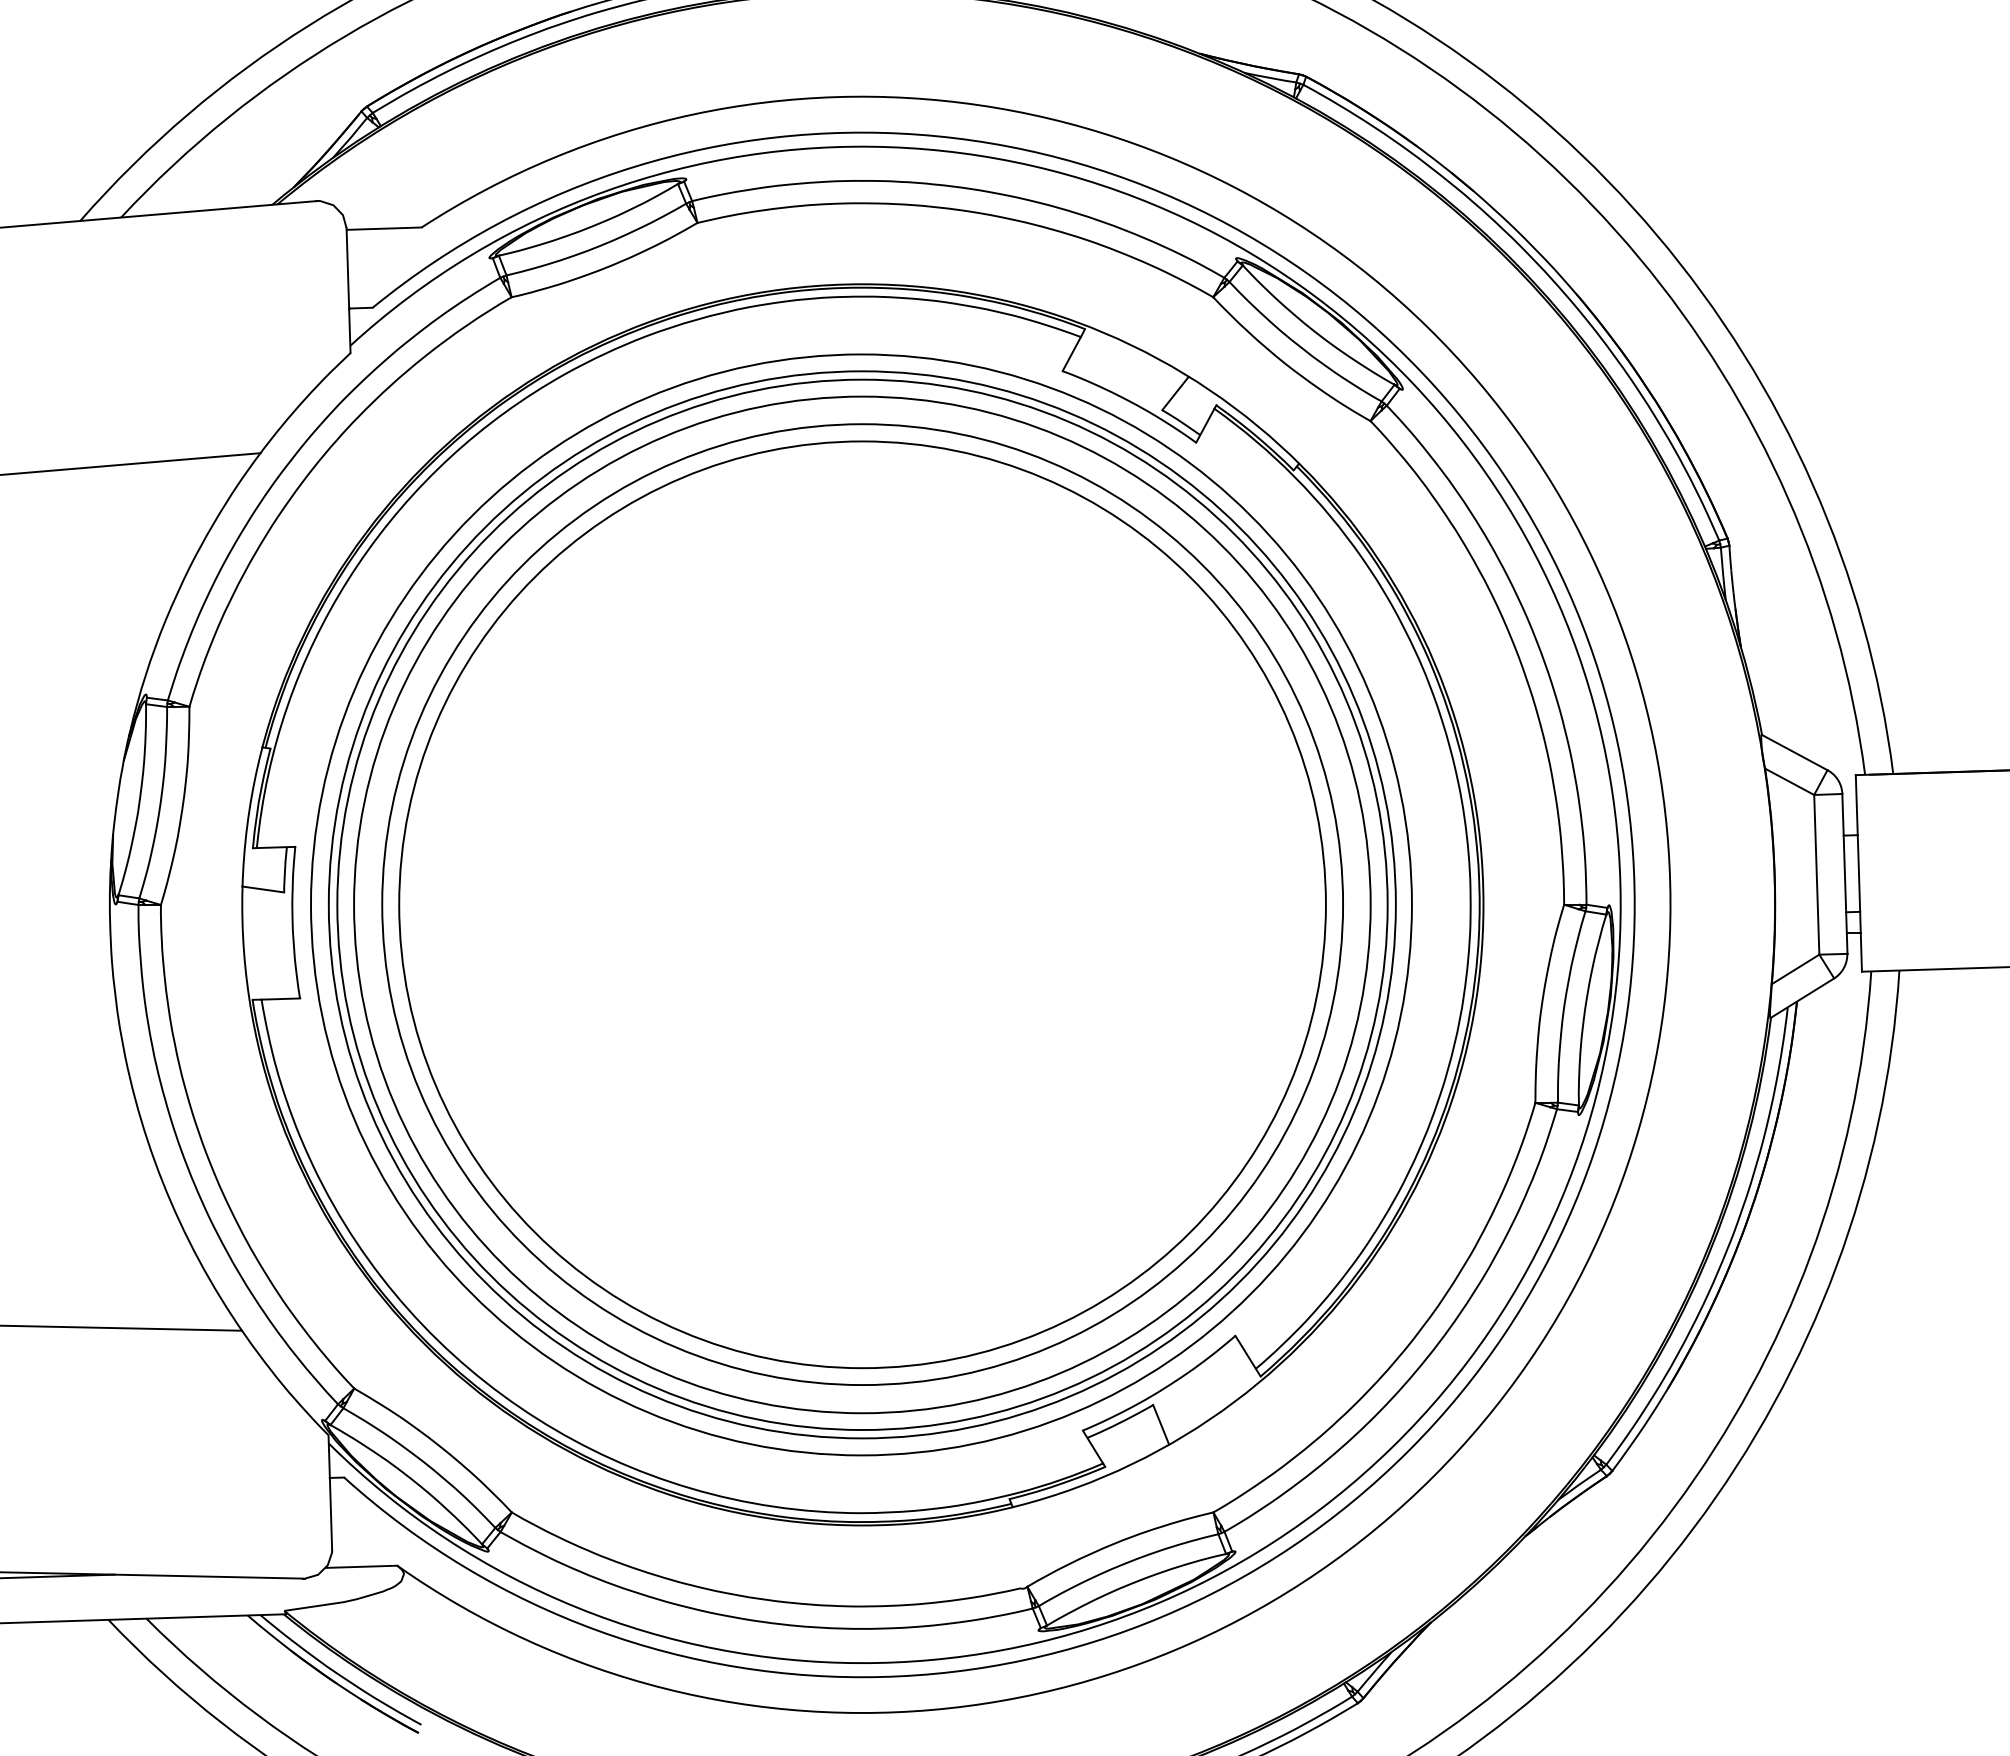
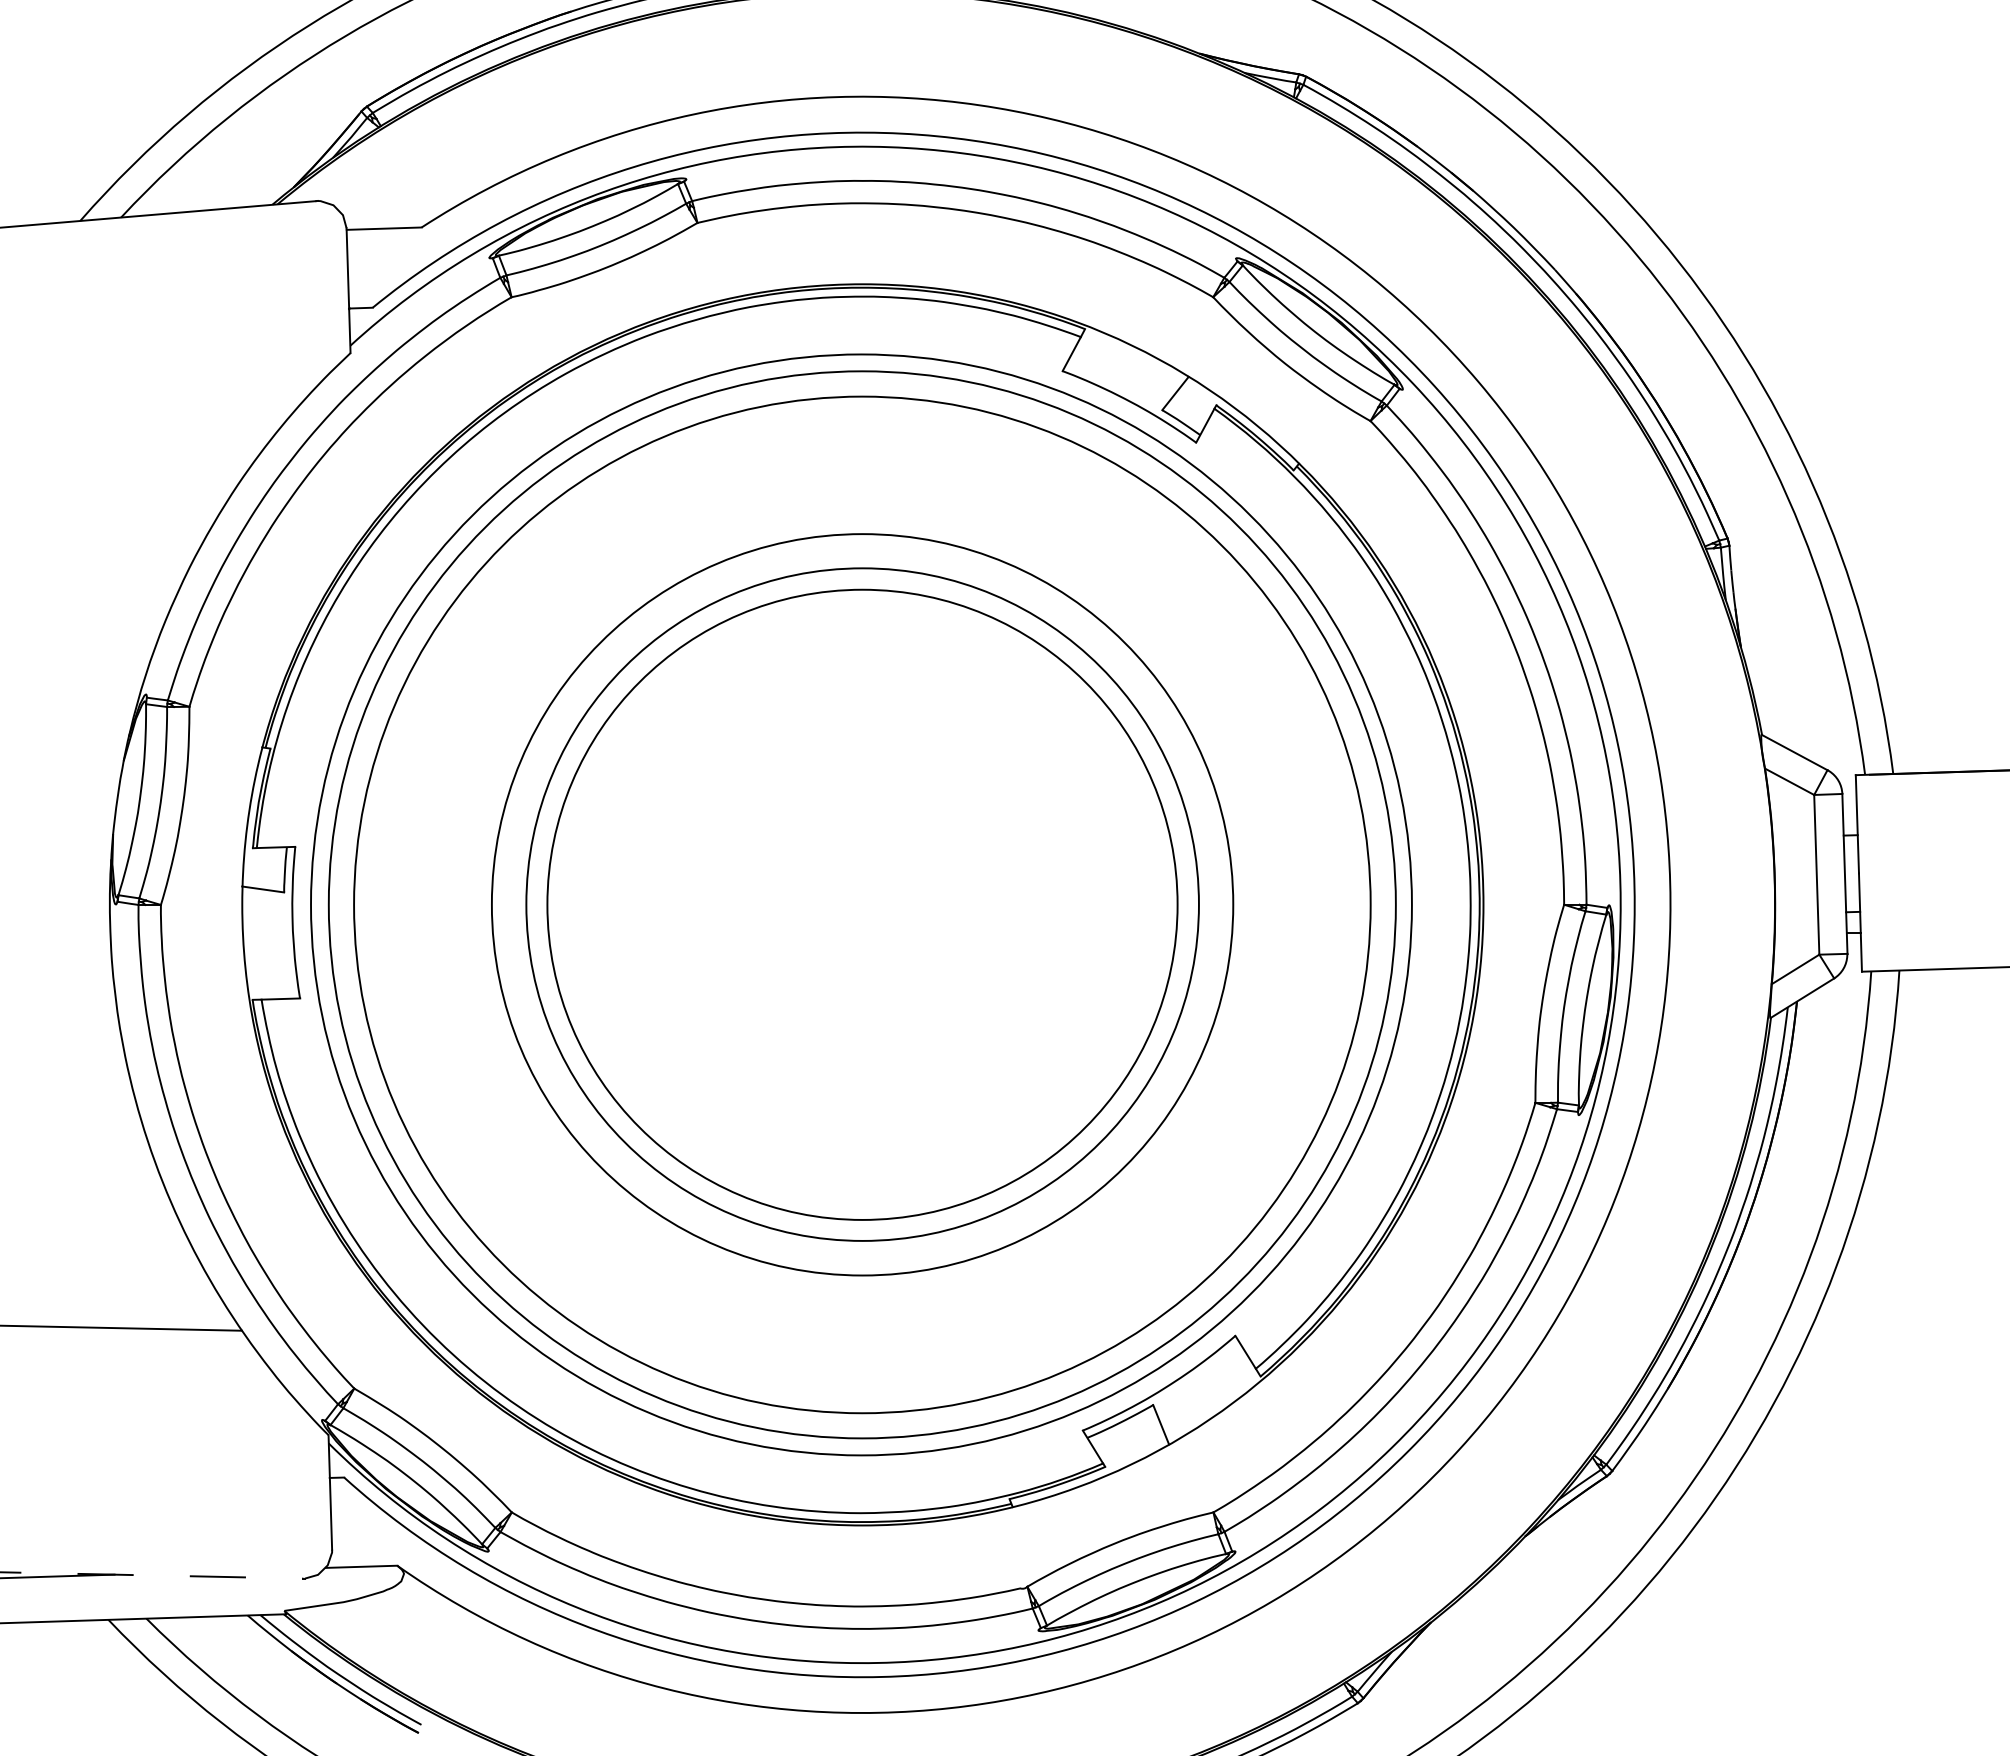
line at (131, 463): present -> none
circle at (862, 904) diameter: 1050 px -> 630 px
circle at (862, 904) diameter: 927 px -> 741 px
circle at (862, 904) diameter: 961 px -> 673 px
line at (152, 1575): solid -> dashed
